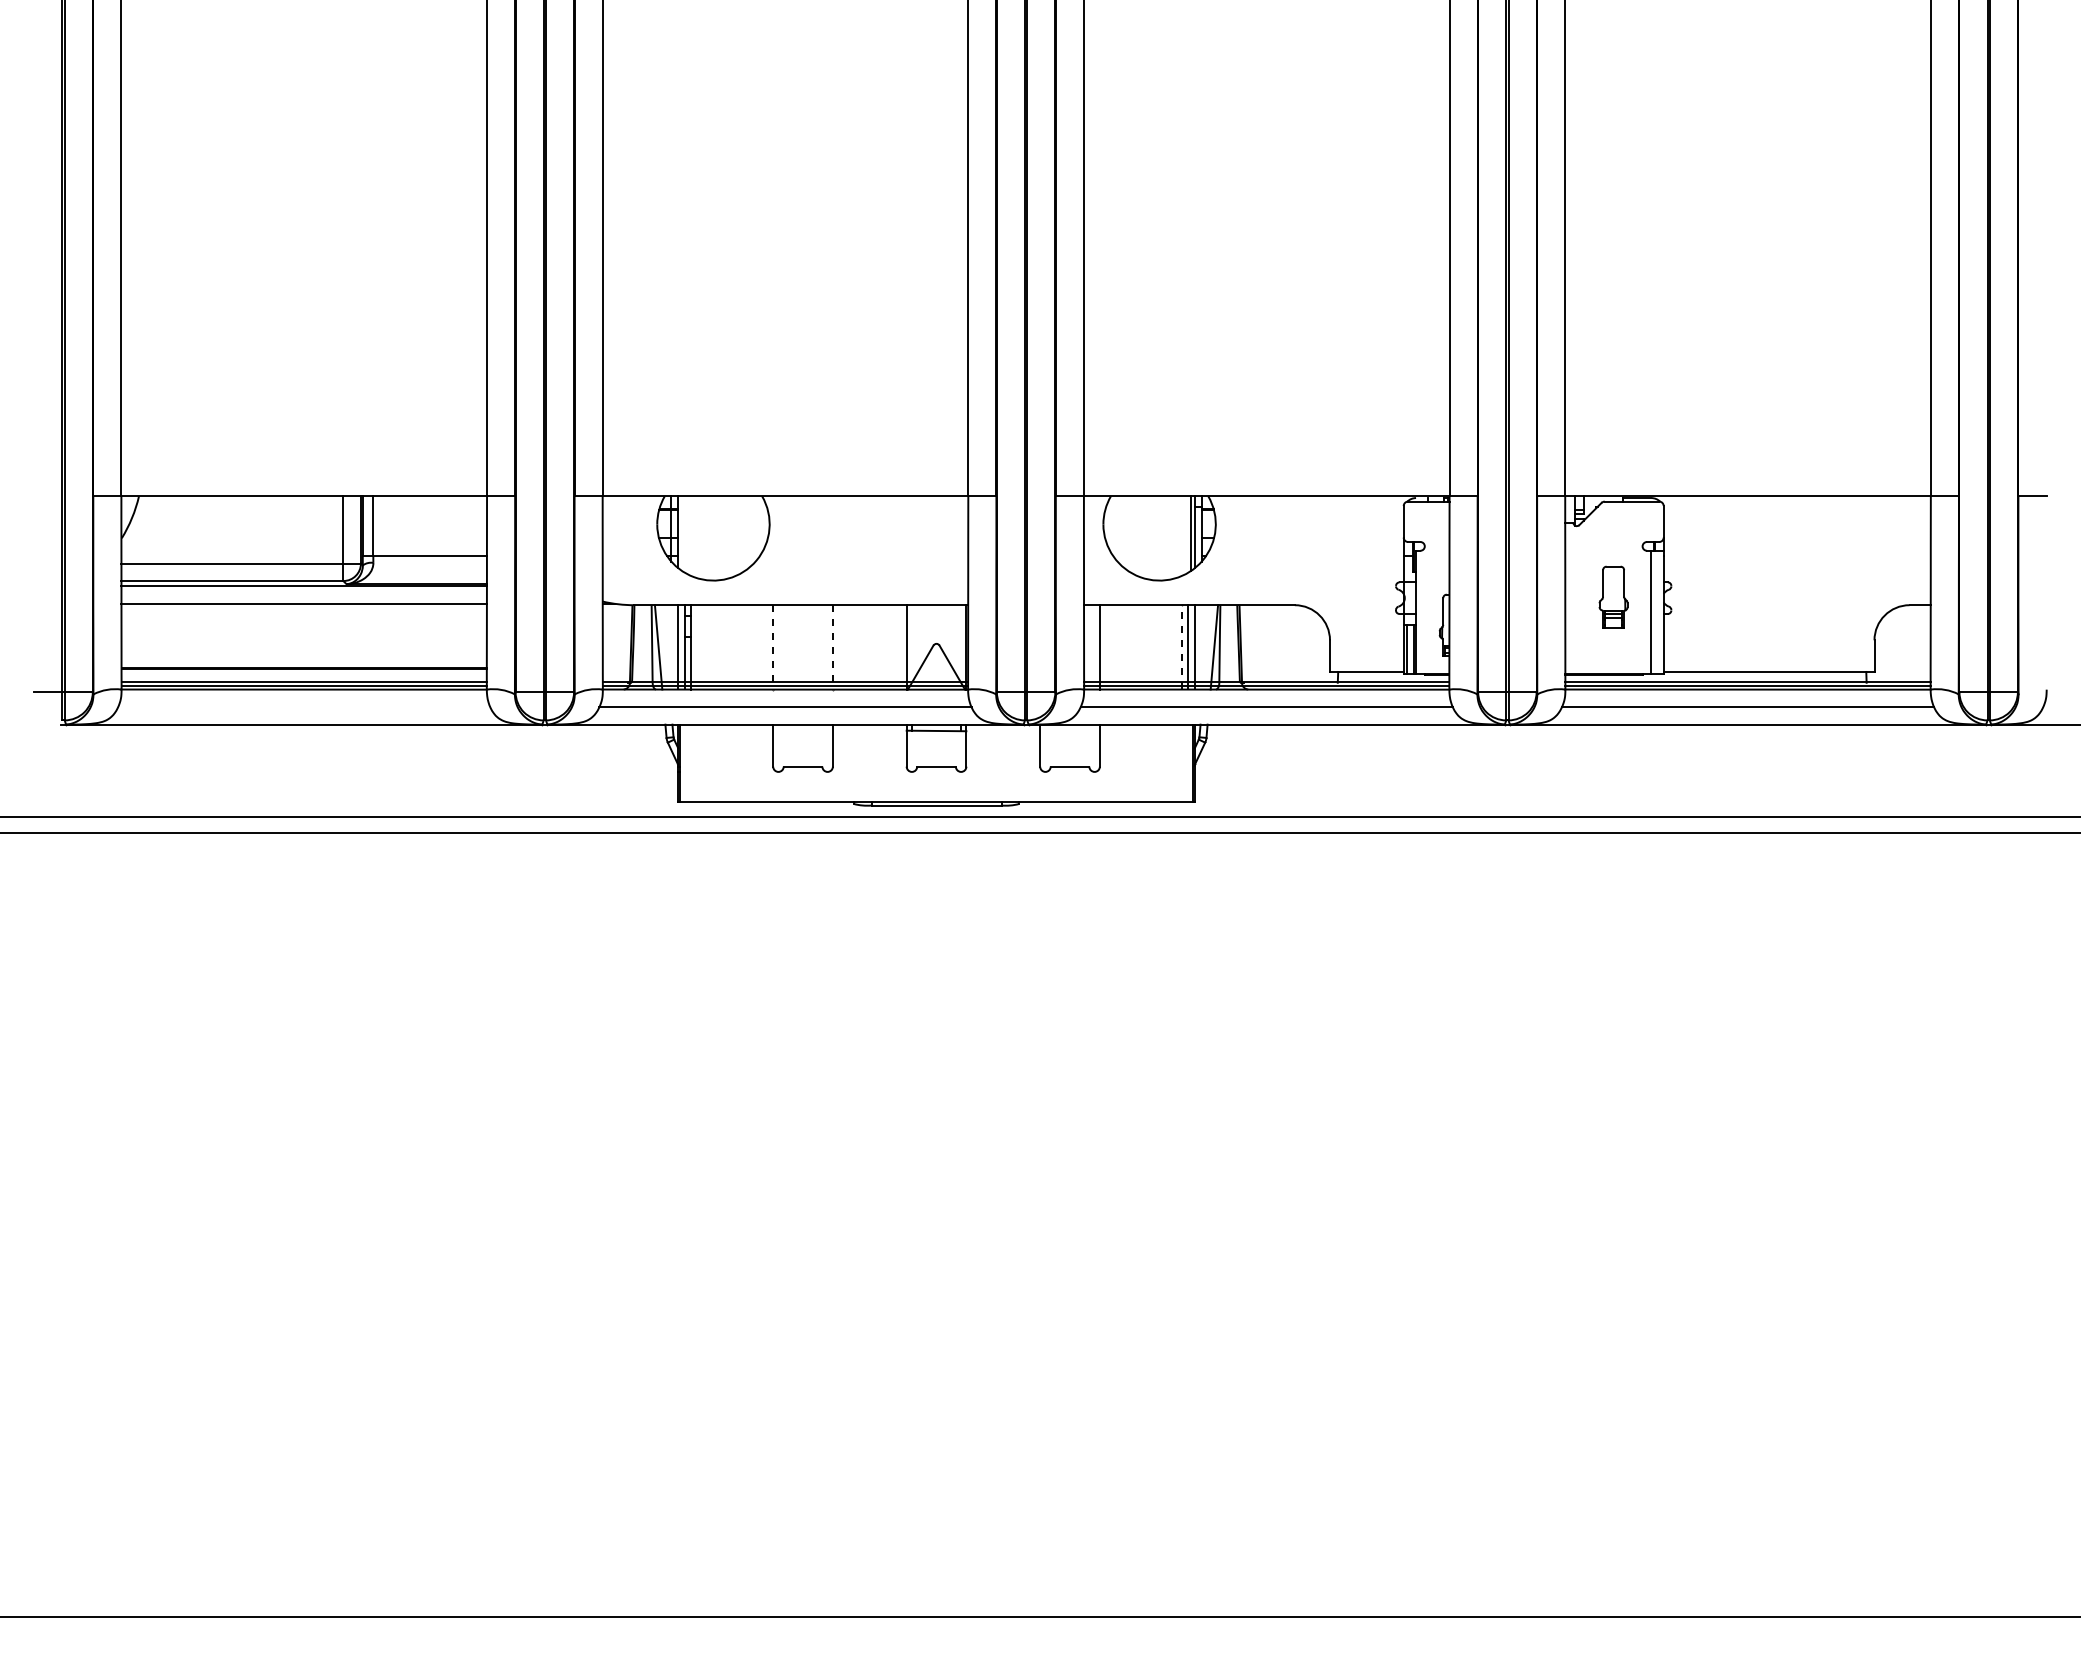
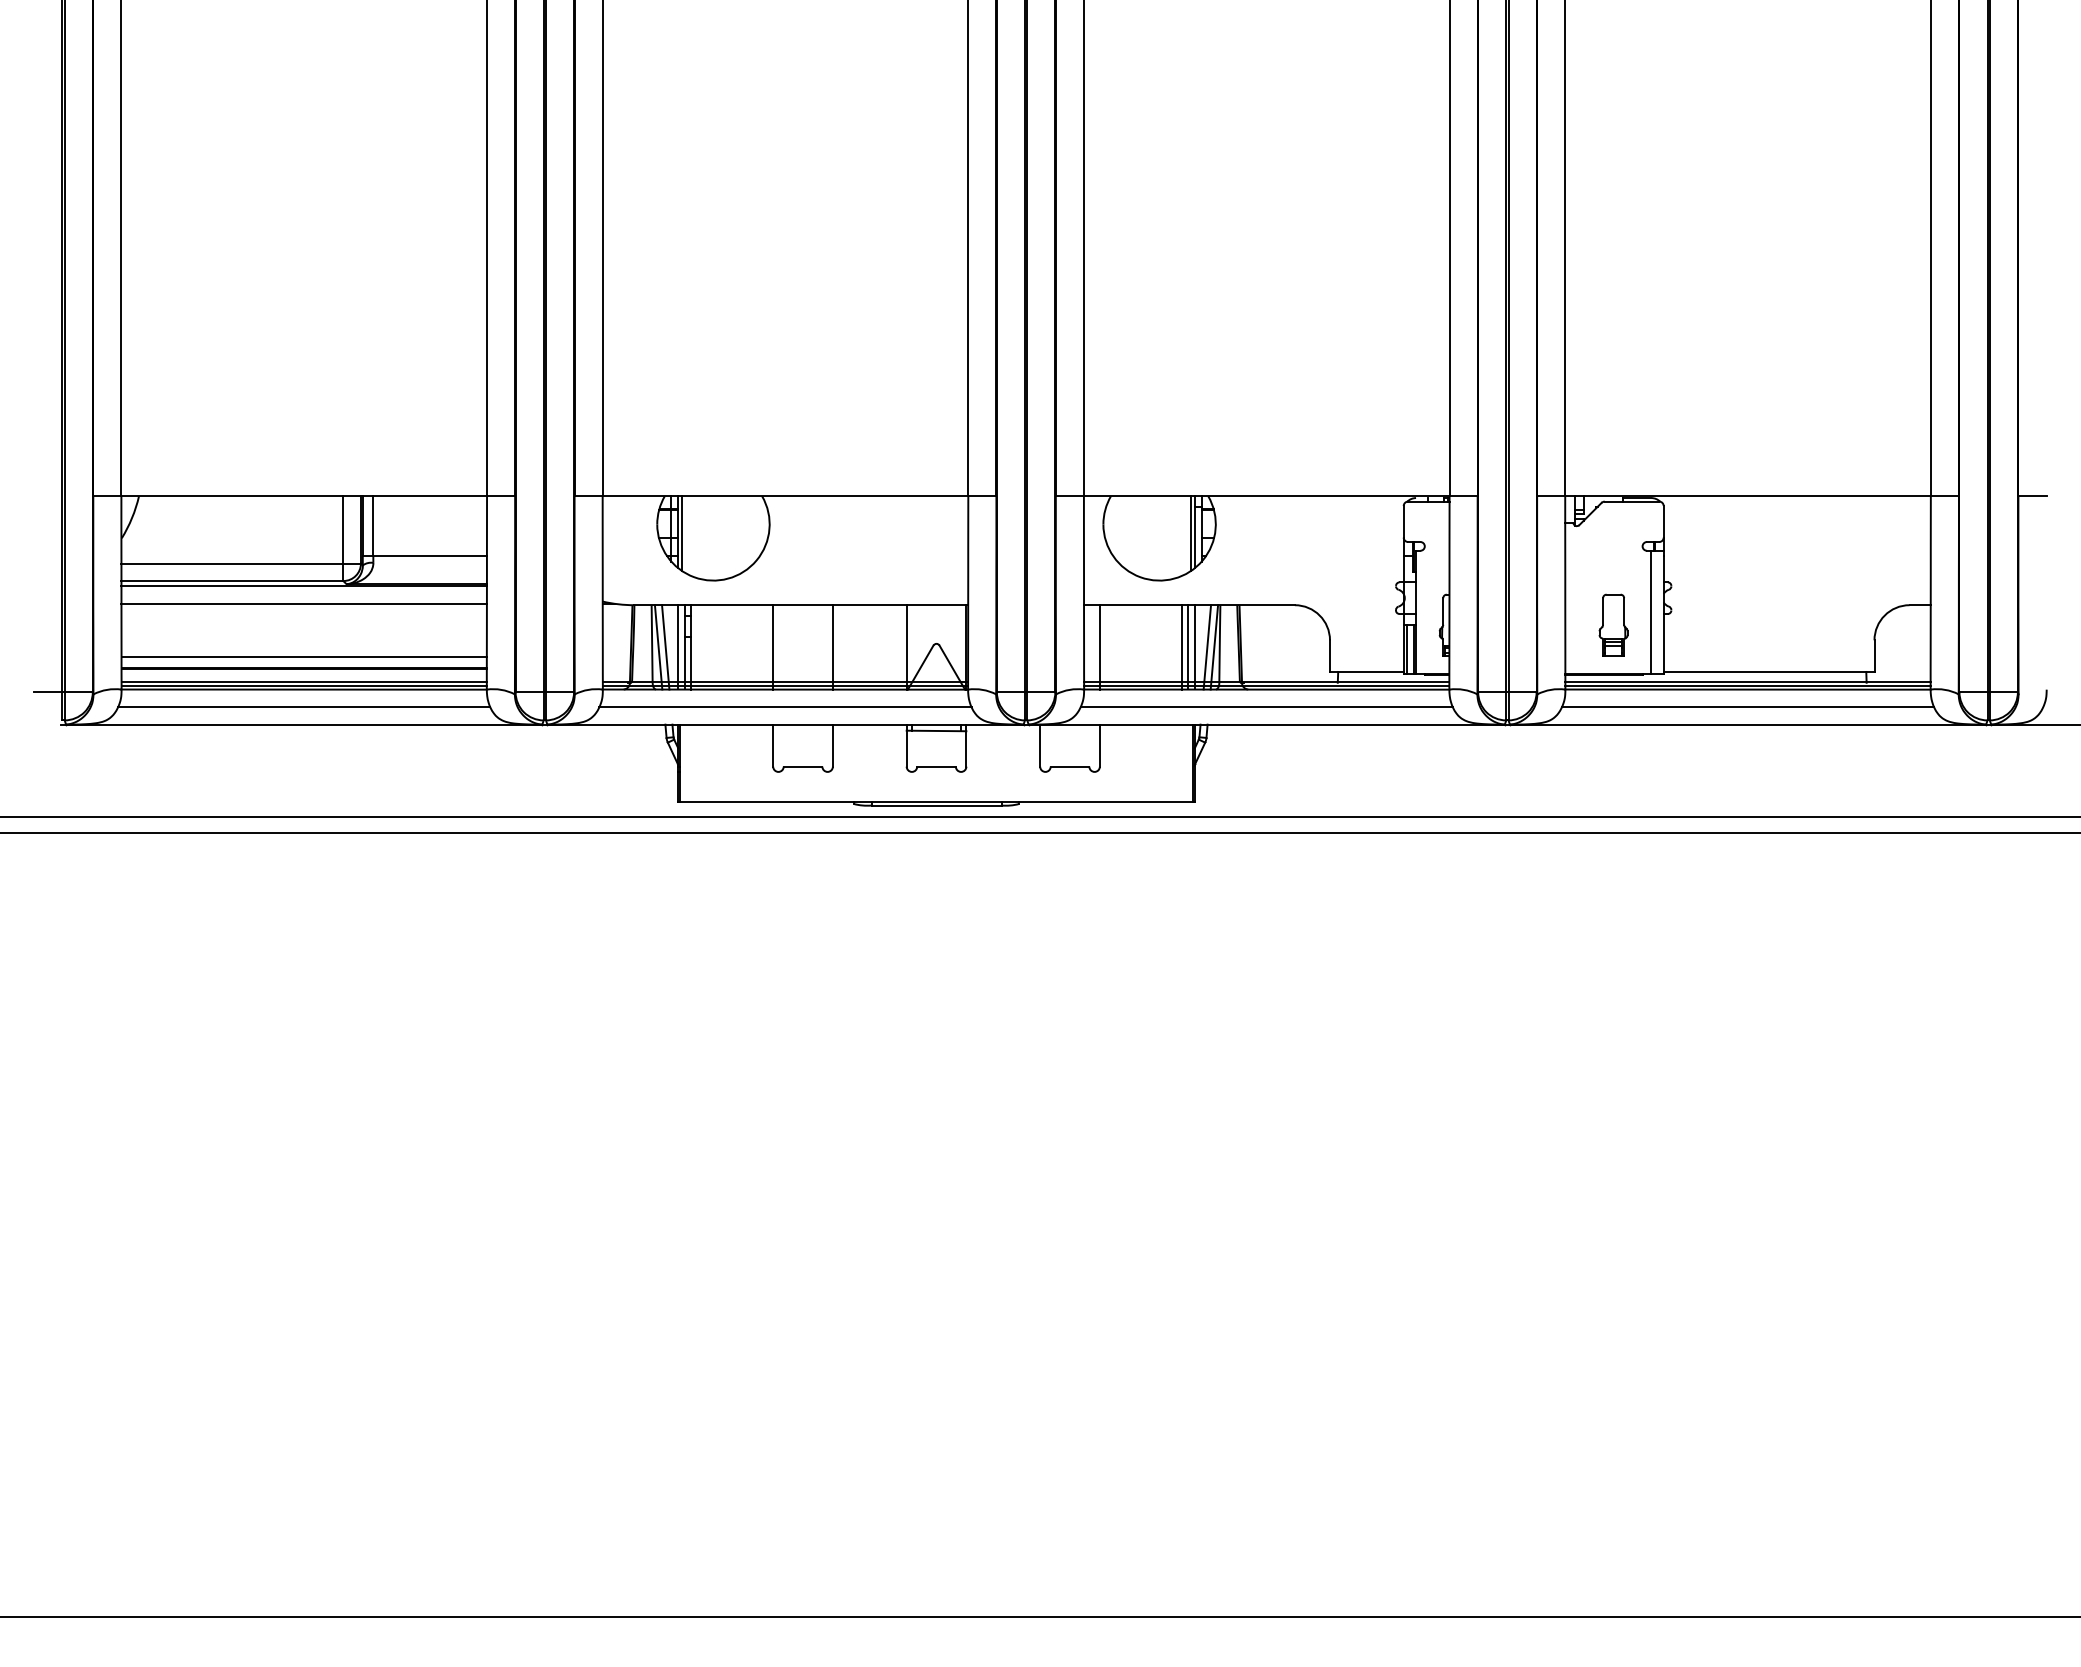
line at (681, 533): none -> present
part at (1613, 596) position: (1613, 596) -> (1613, 624)
line at (1182, 646): dashed -> solid
line at (665, 647): none -> present
line at (773, 647): dashed -> solid
line at (832, 647): dashed -> solid
line at (1207, 647): none -> present
line at (303, 657): none -> present
line at (304, 707): none -> present
